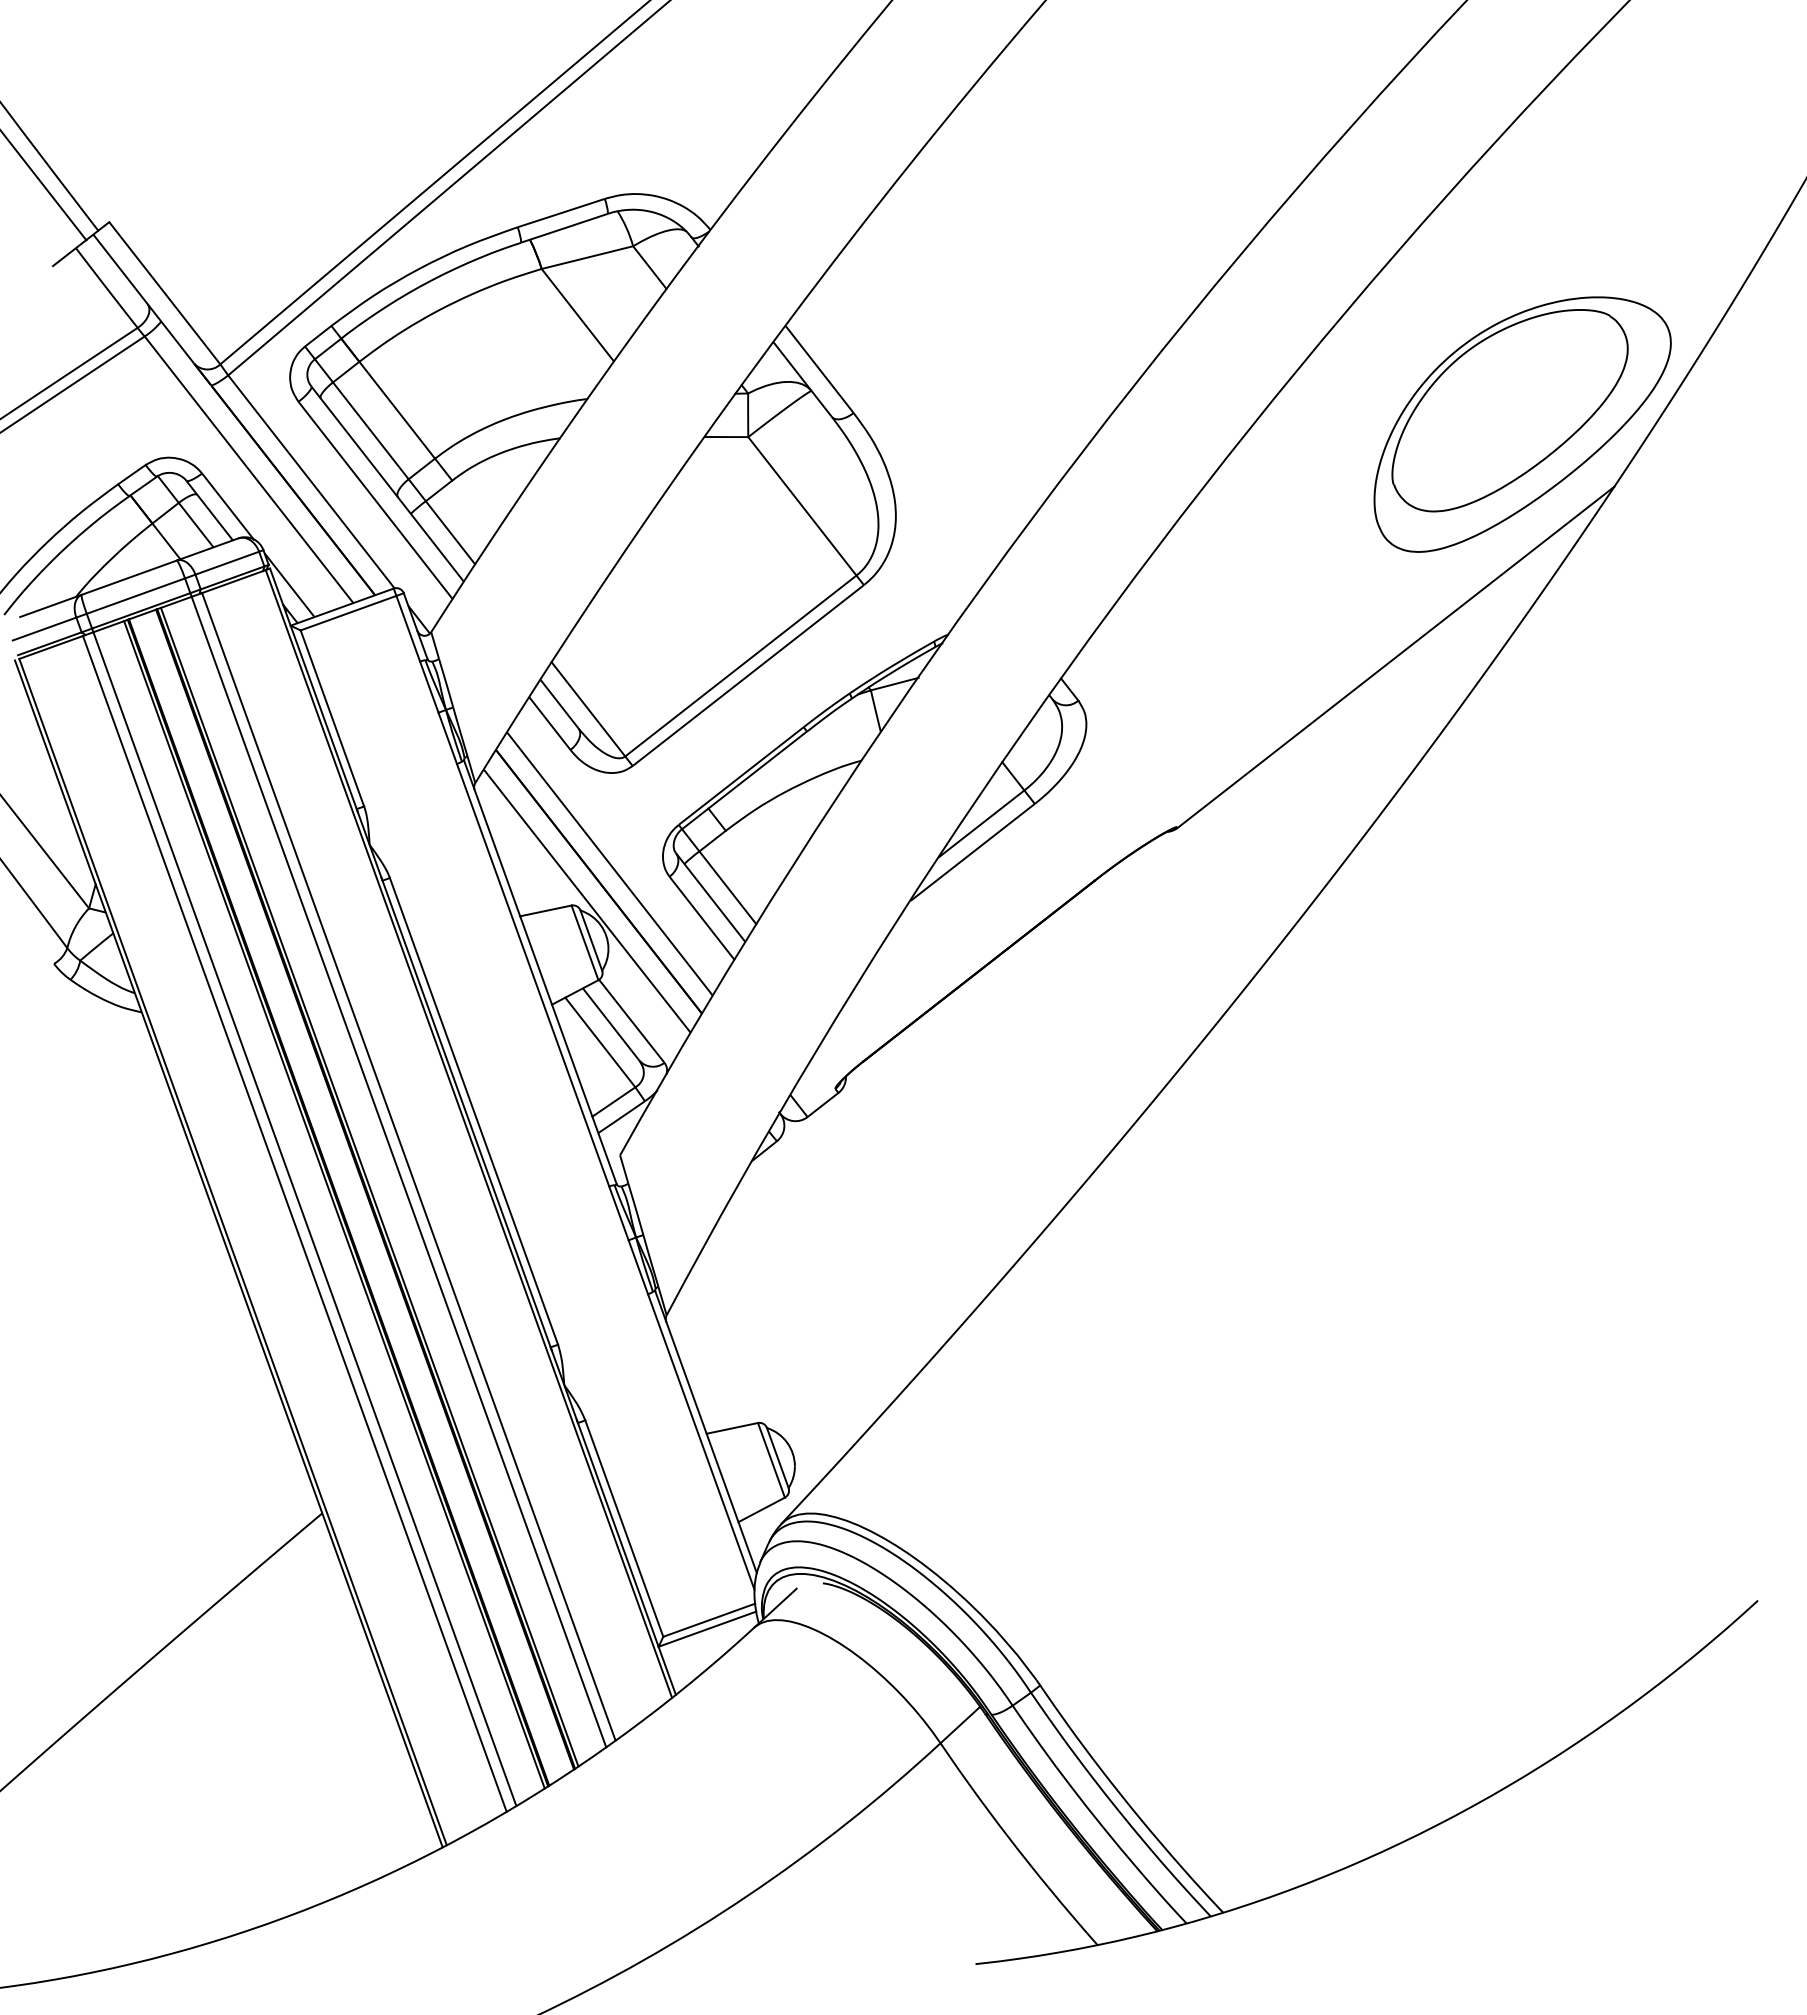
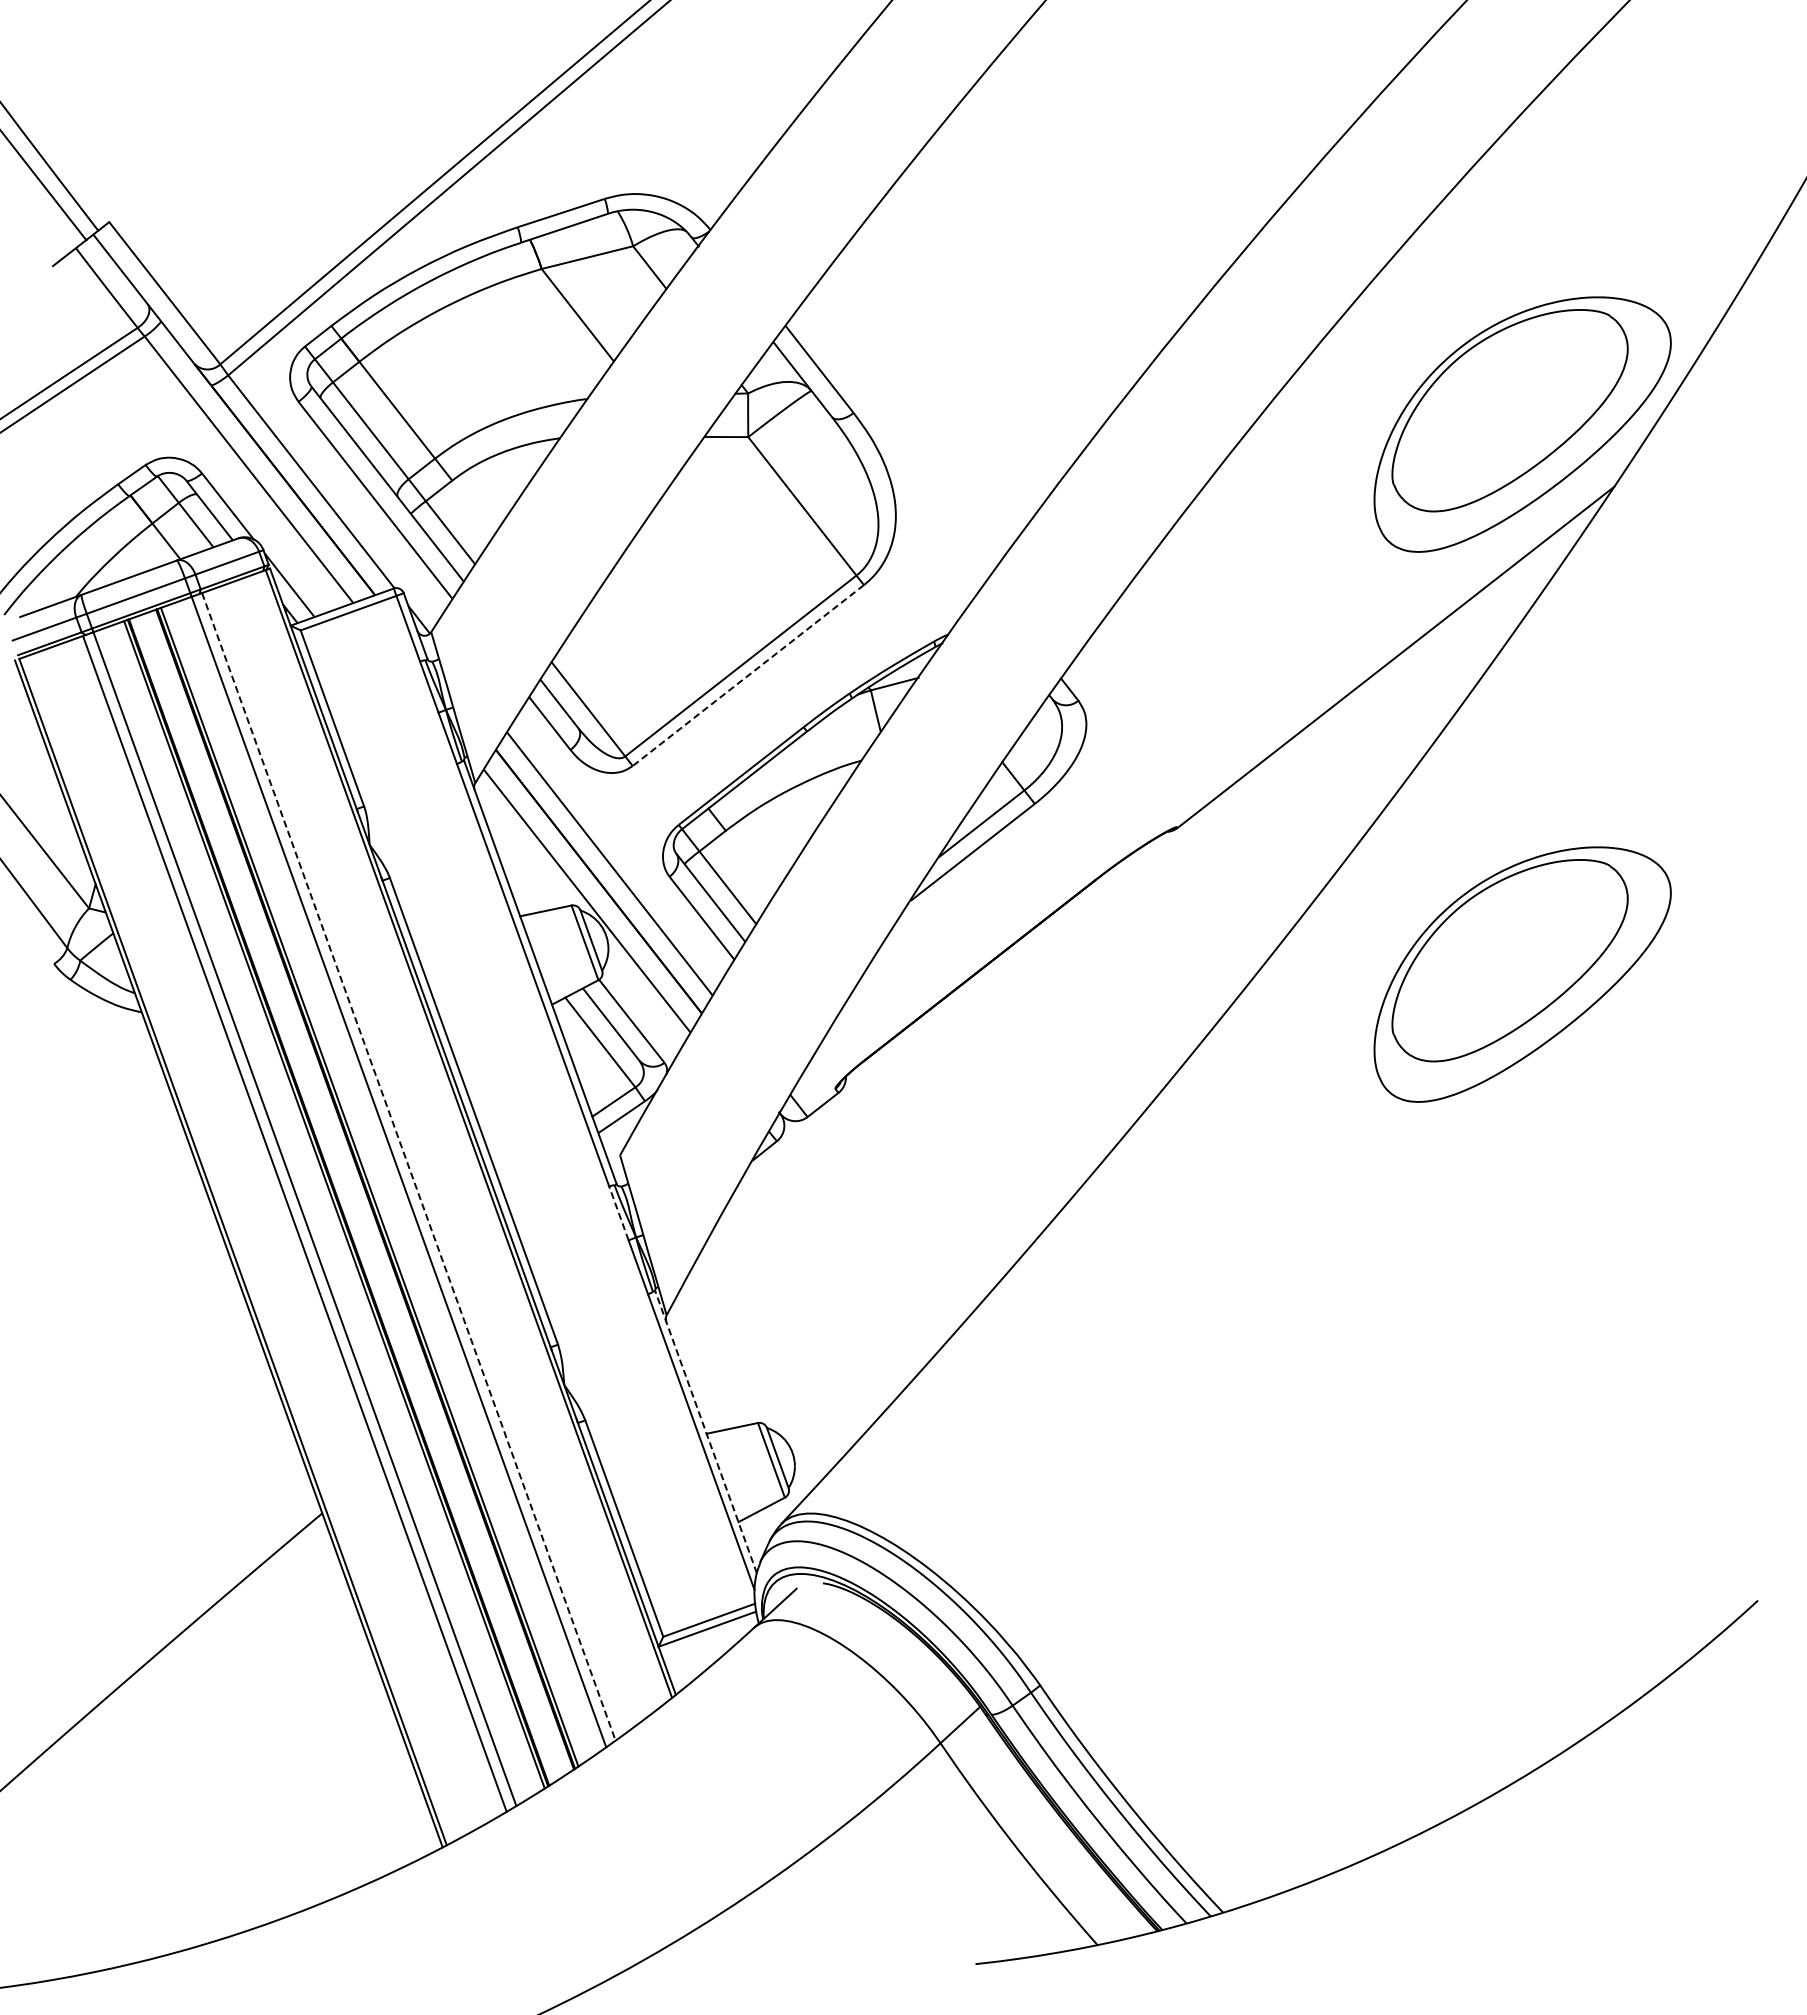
line at (748, 675): solid -> dashed
part at (1522, 974): none -> present
line at (408, 1166): solid -> dashed
line at (618, 1213): solid -> dashed
line at (706, 1432): solid -> dashed
